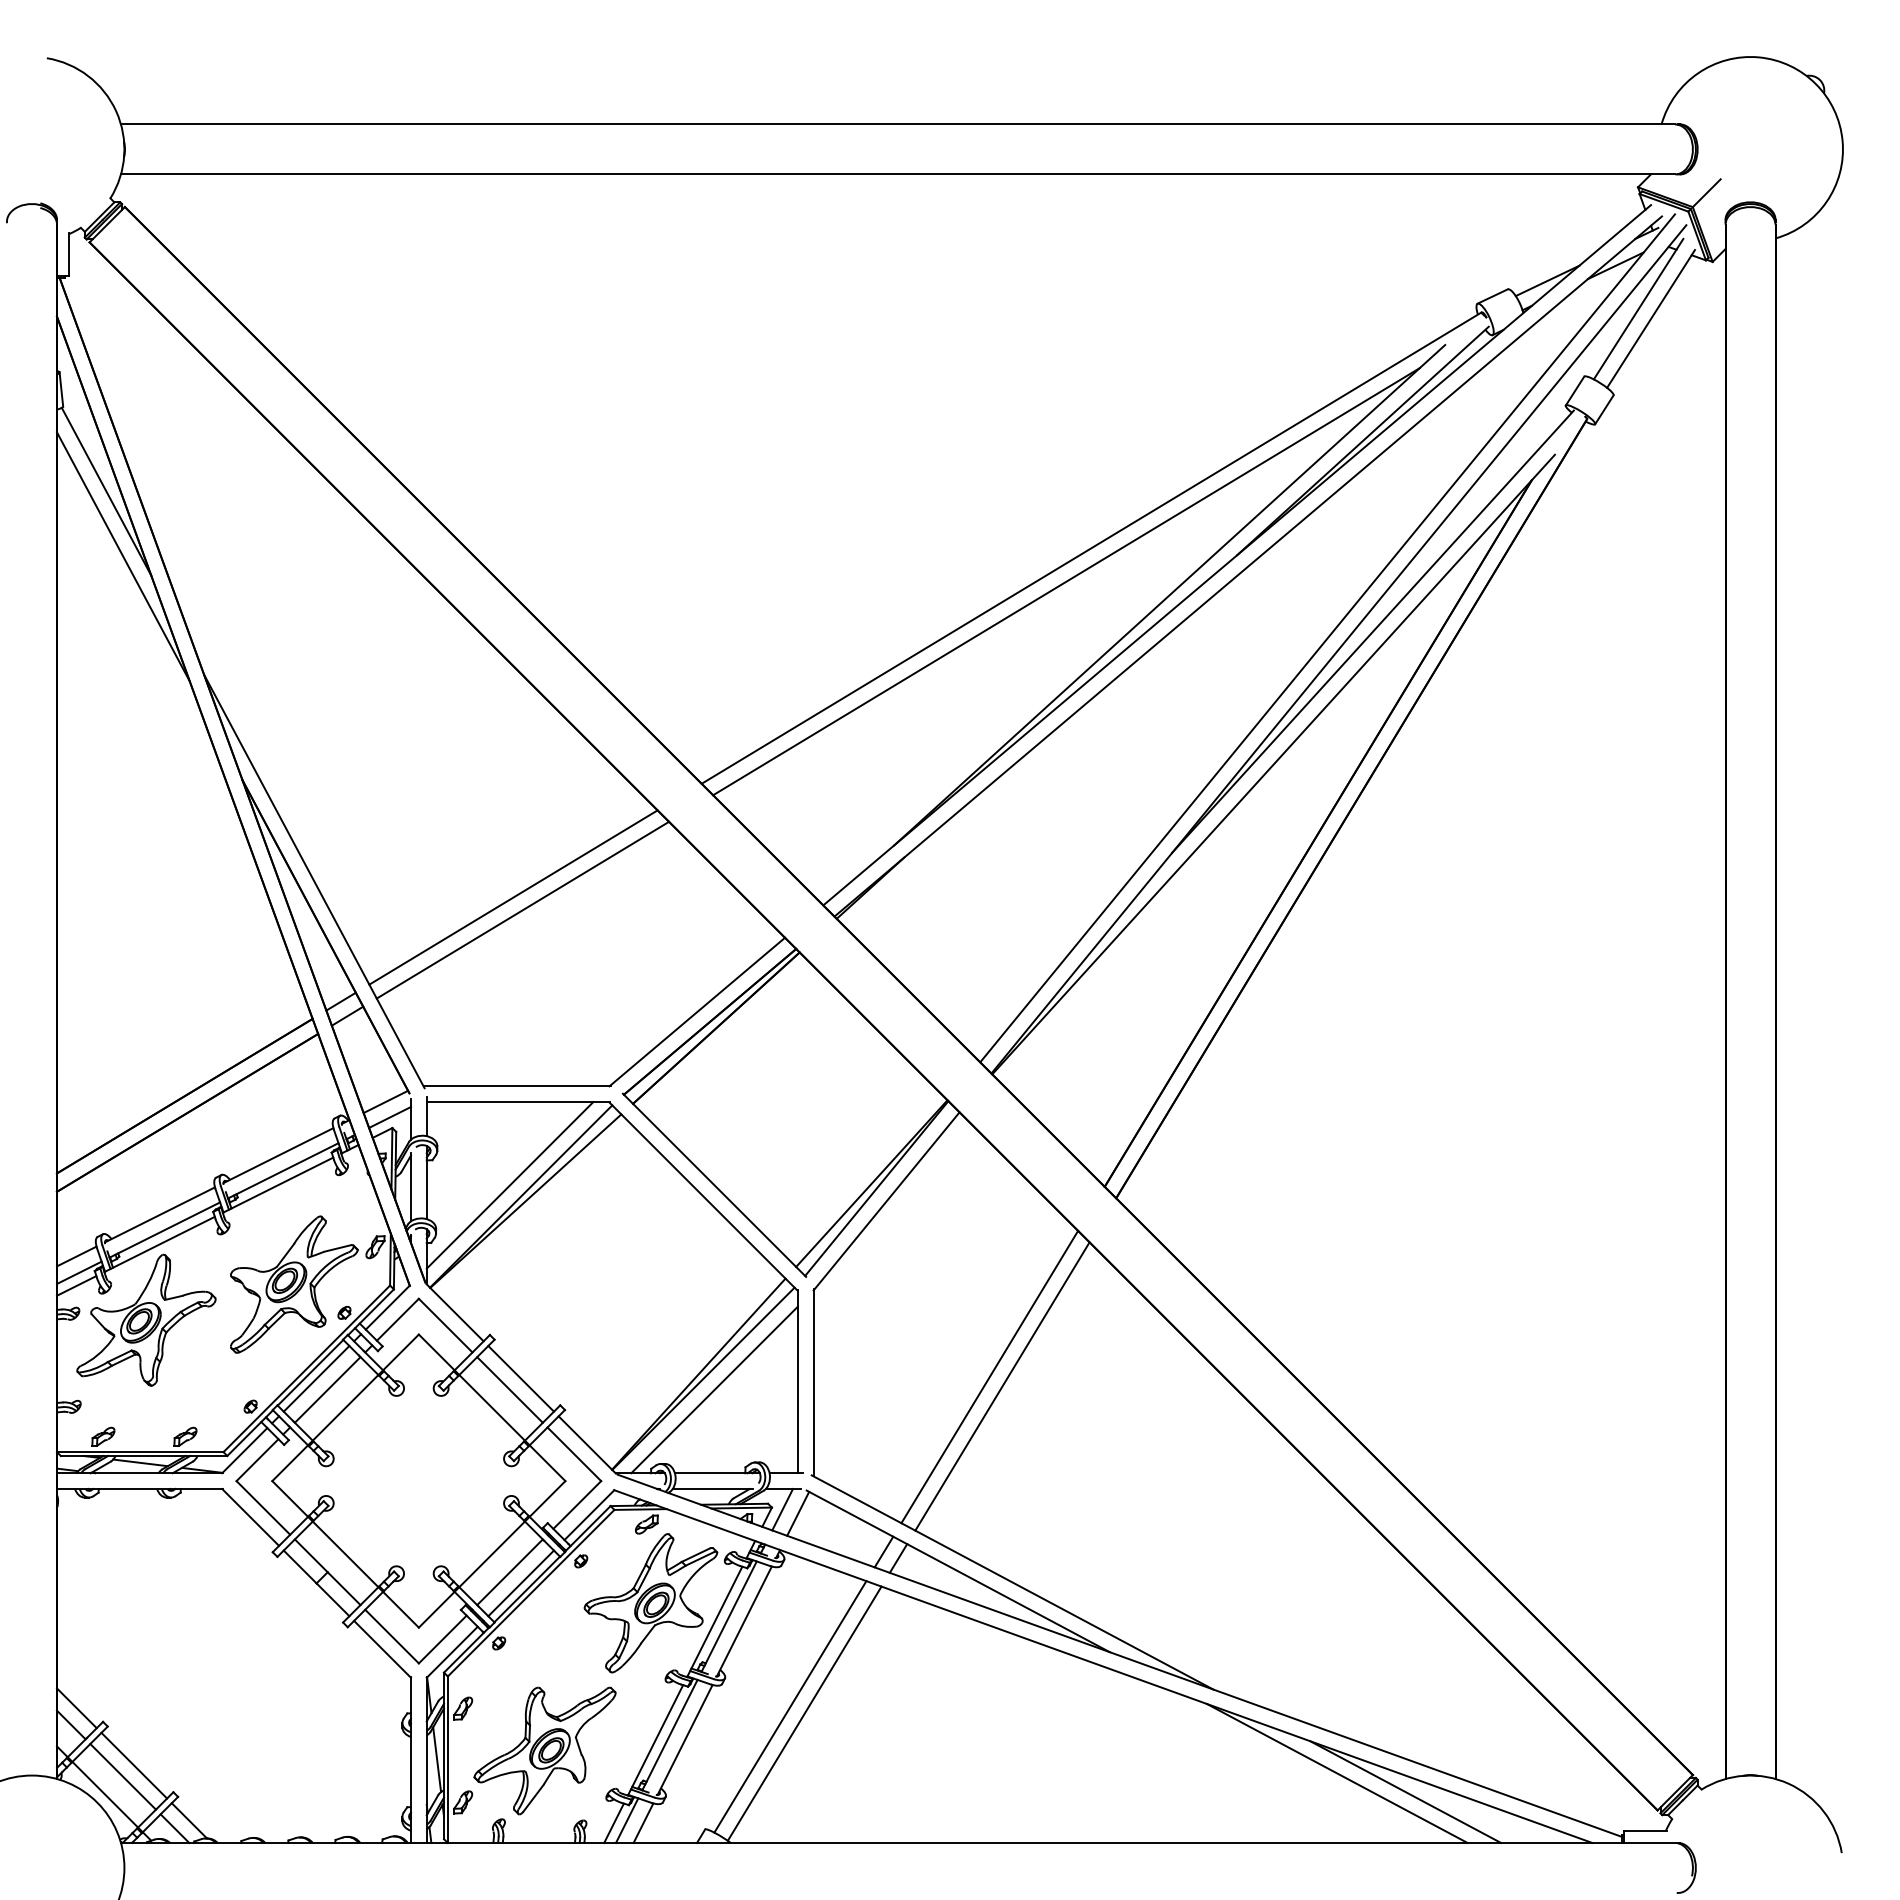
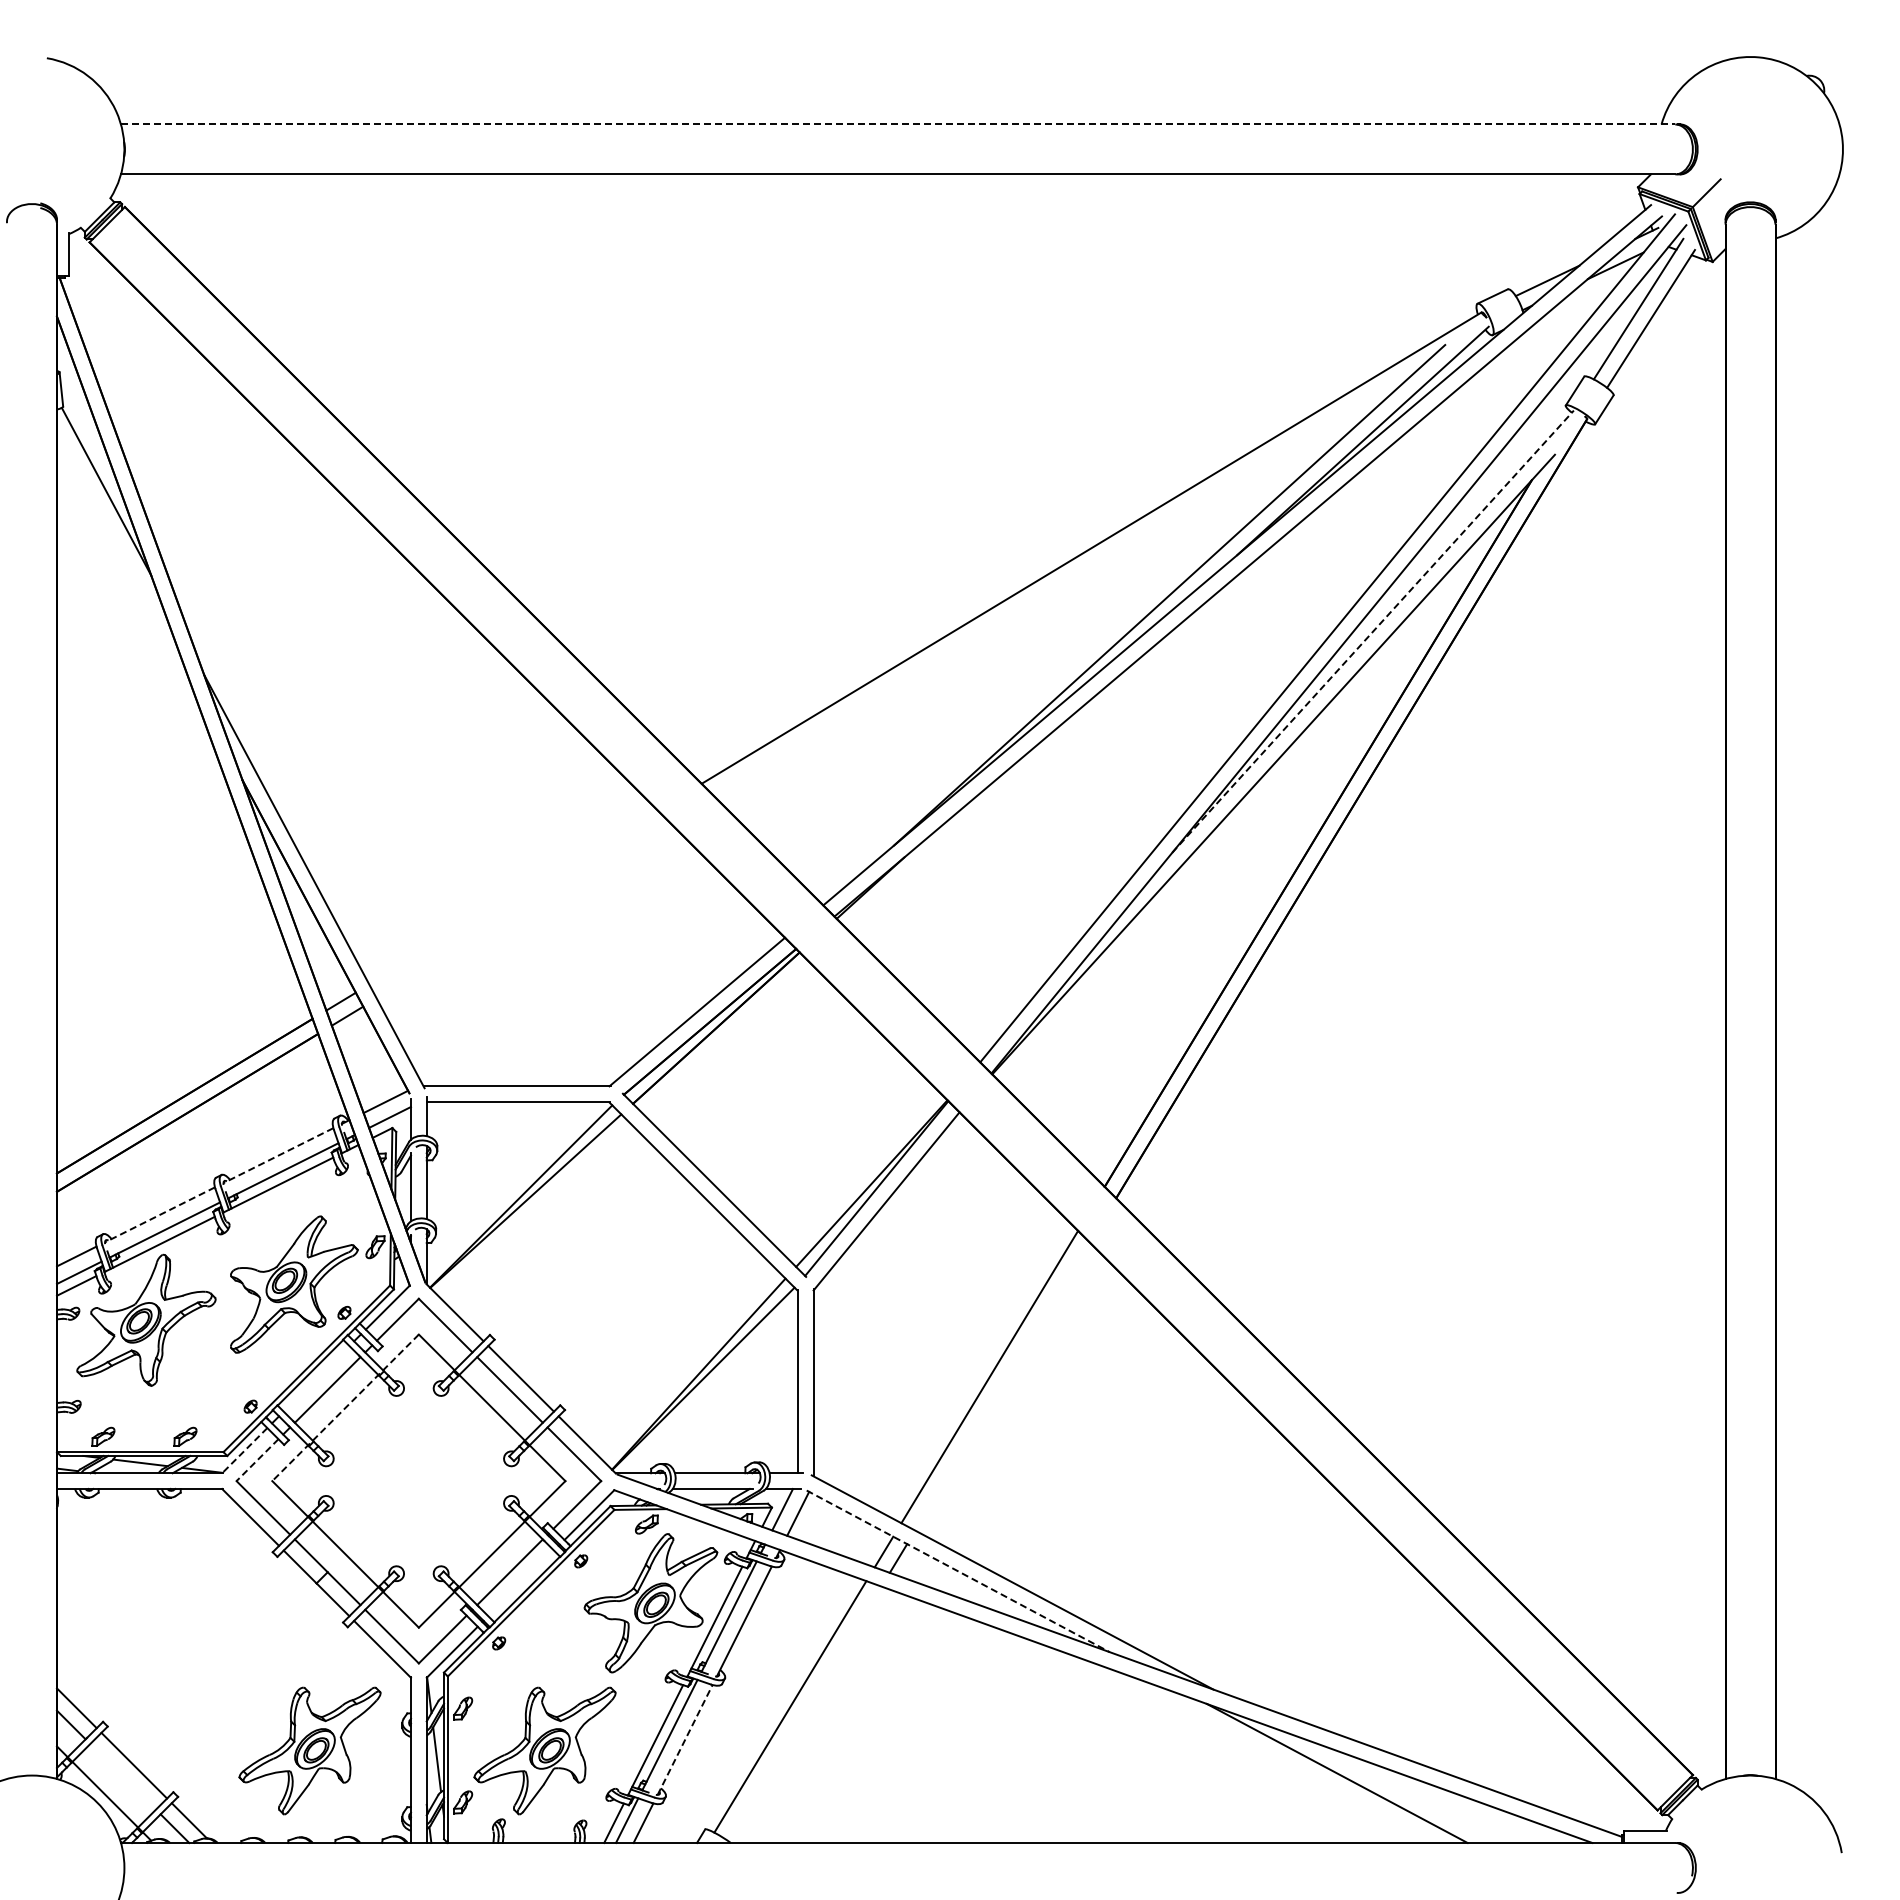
line at (898, 124): solid -> dashed
line at (122, 556): present -> none
line at (1066, 581): present -> none
line at (1373, 631): solid -> dashed
line at (513, 897): present -> none
line at (522, 909): present -> none
line at (278, 1155): solid -> dashed
line at (509, 1185): present -> none
line at (159, 1215): solid -> dashed
line at (316, 1378): present -> none
line at (1002, 1386): present -> none
line at (714, 1389): present -> none
line at (345, 1407): solid -> dashed
line at (244, 1450): solid -> dashed
line at (257, 1460): solid -> dashed
line at (958, 1571): solid -> dashed
line at (520, 1583): present -> none
line at (804, 1713): present -> none
line at (685, 1739): solid -> dashed
part at (309, 1750): none -> present
line at (122, 1776): present -> none
line at (1405, 1791): present -> none
